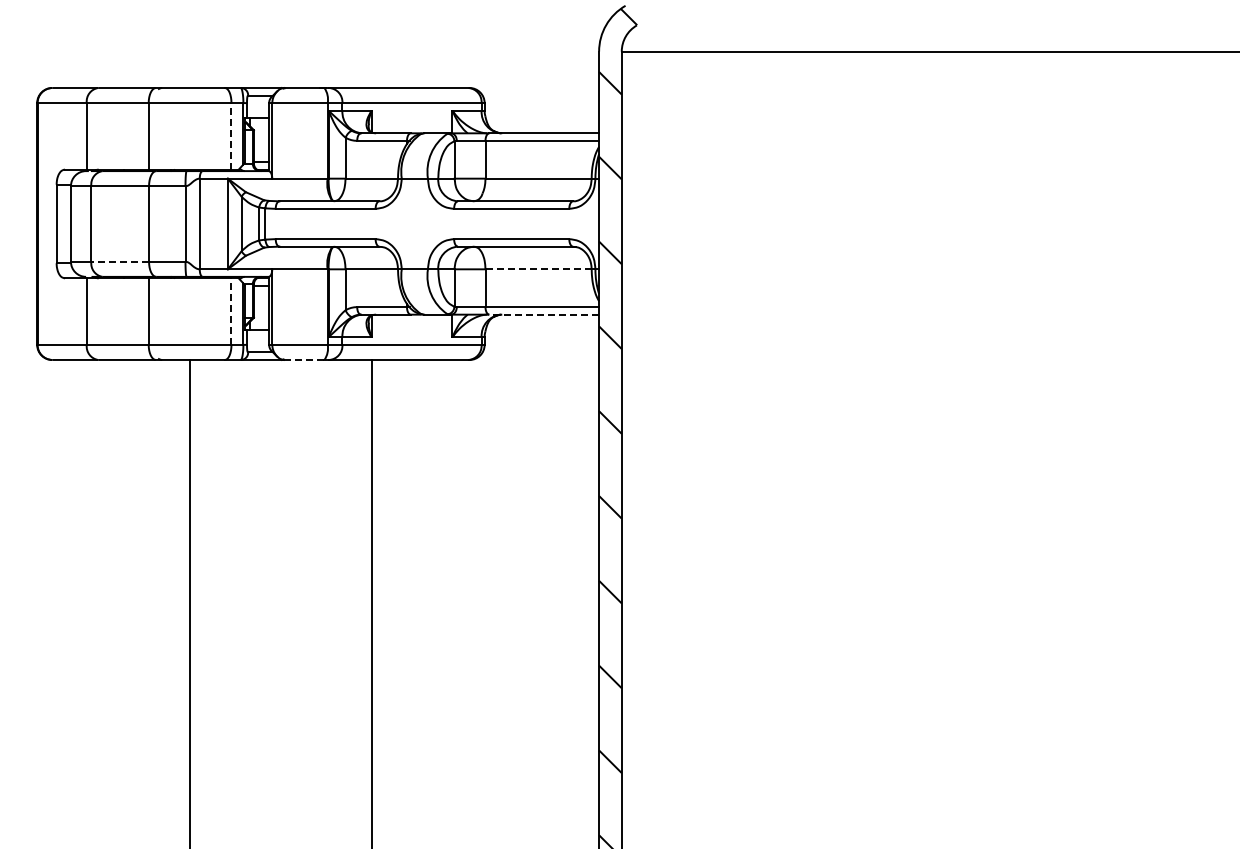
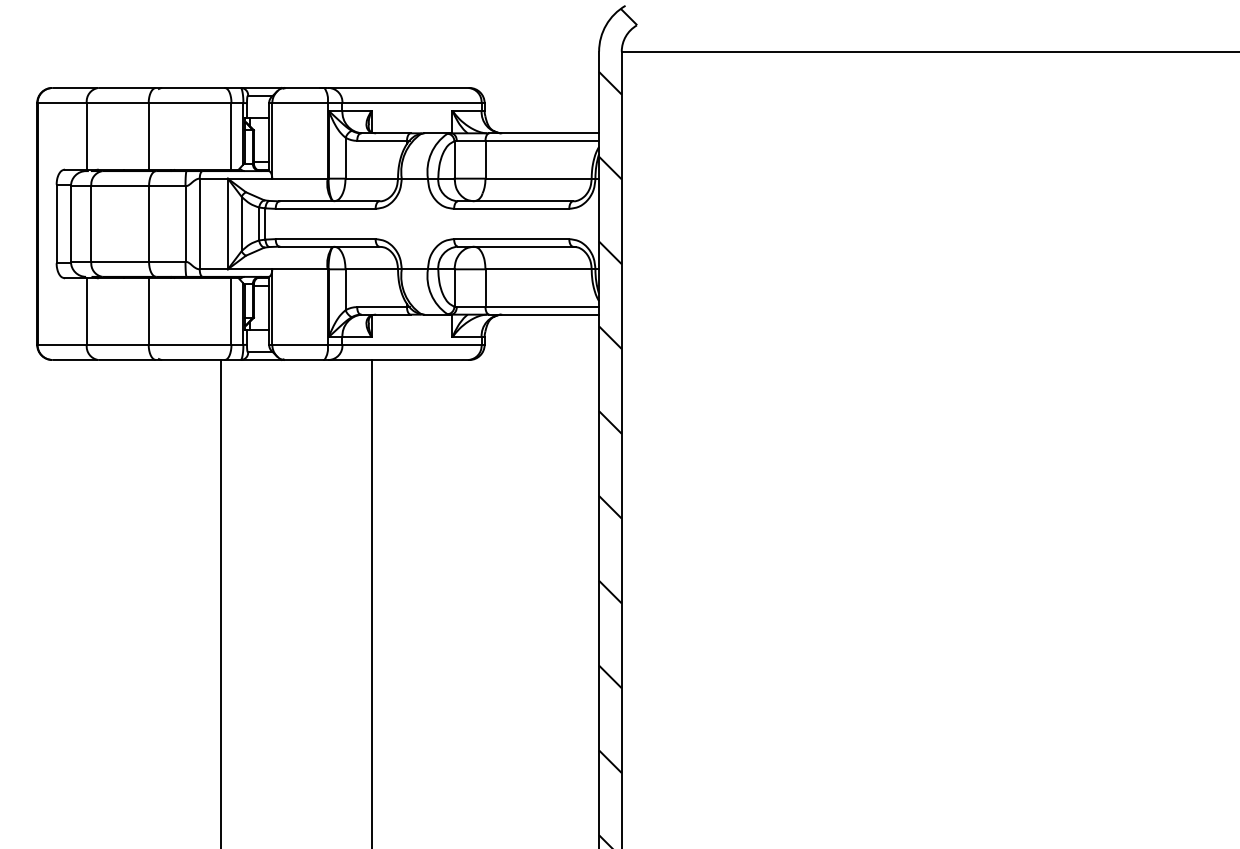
line at (231, 135): dashed -> solid
line at (120, 261): dashed -> solid
line at (538, 269): dashed -> solid
line at (231, 311): dashed -> solid
line at (544, 314): dashed -> solid
line at (304, 359): dashed -> solid
line at (190, 602) position: (190, 602) -> (221, 602)
